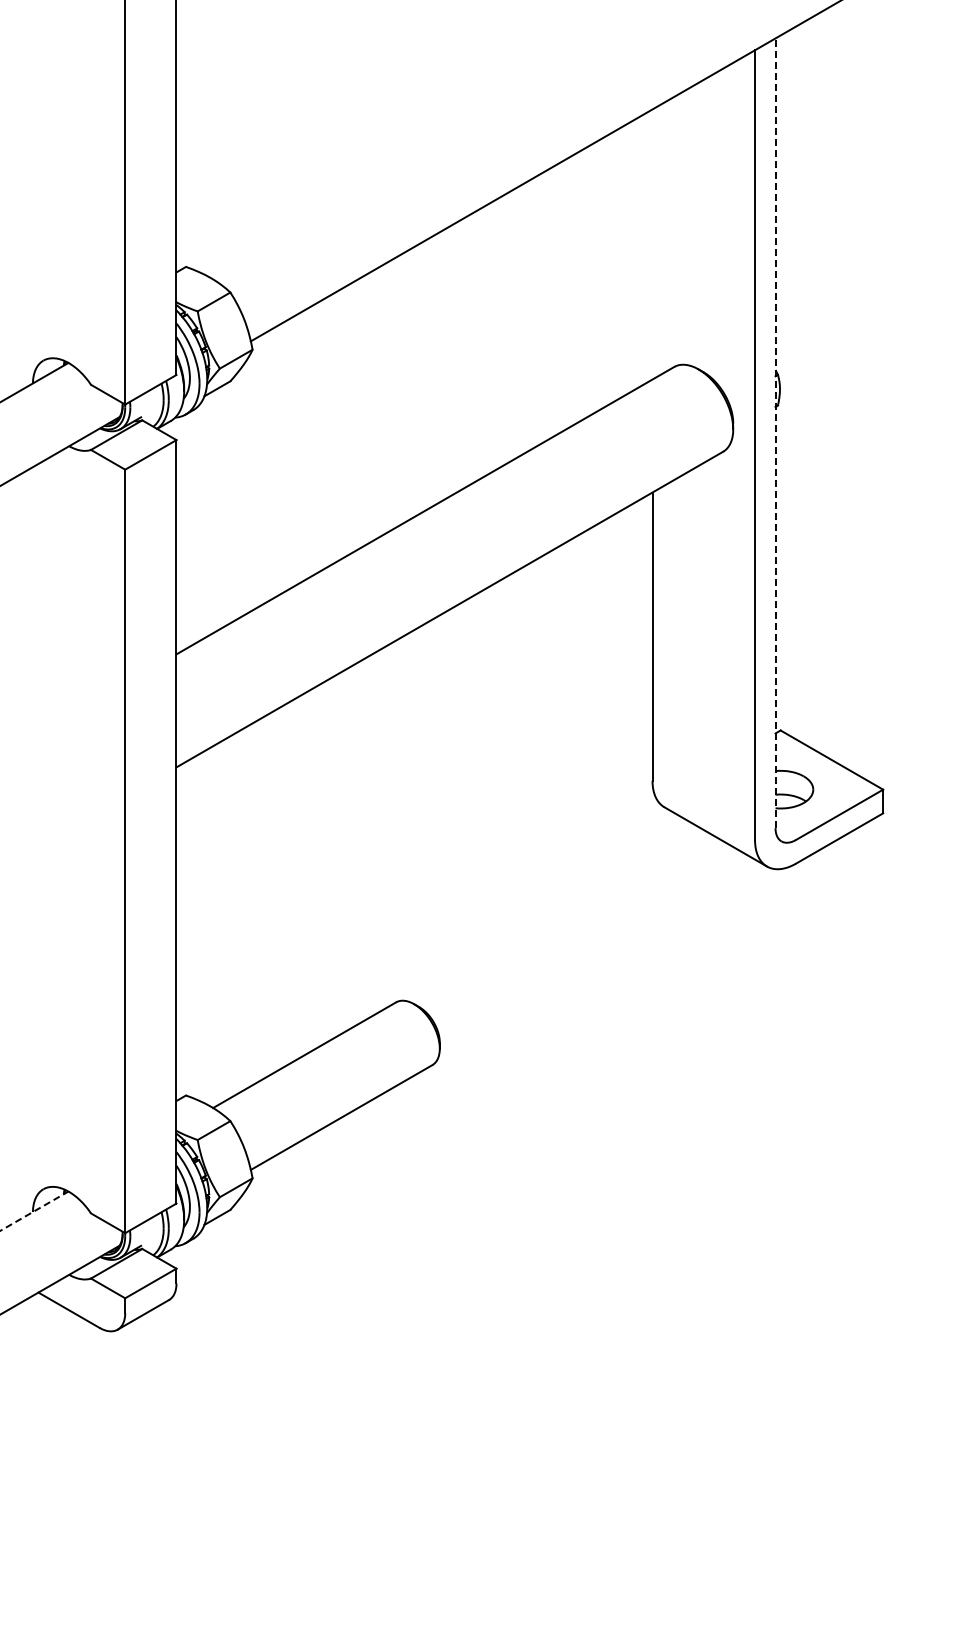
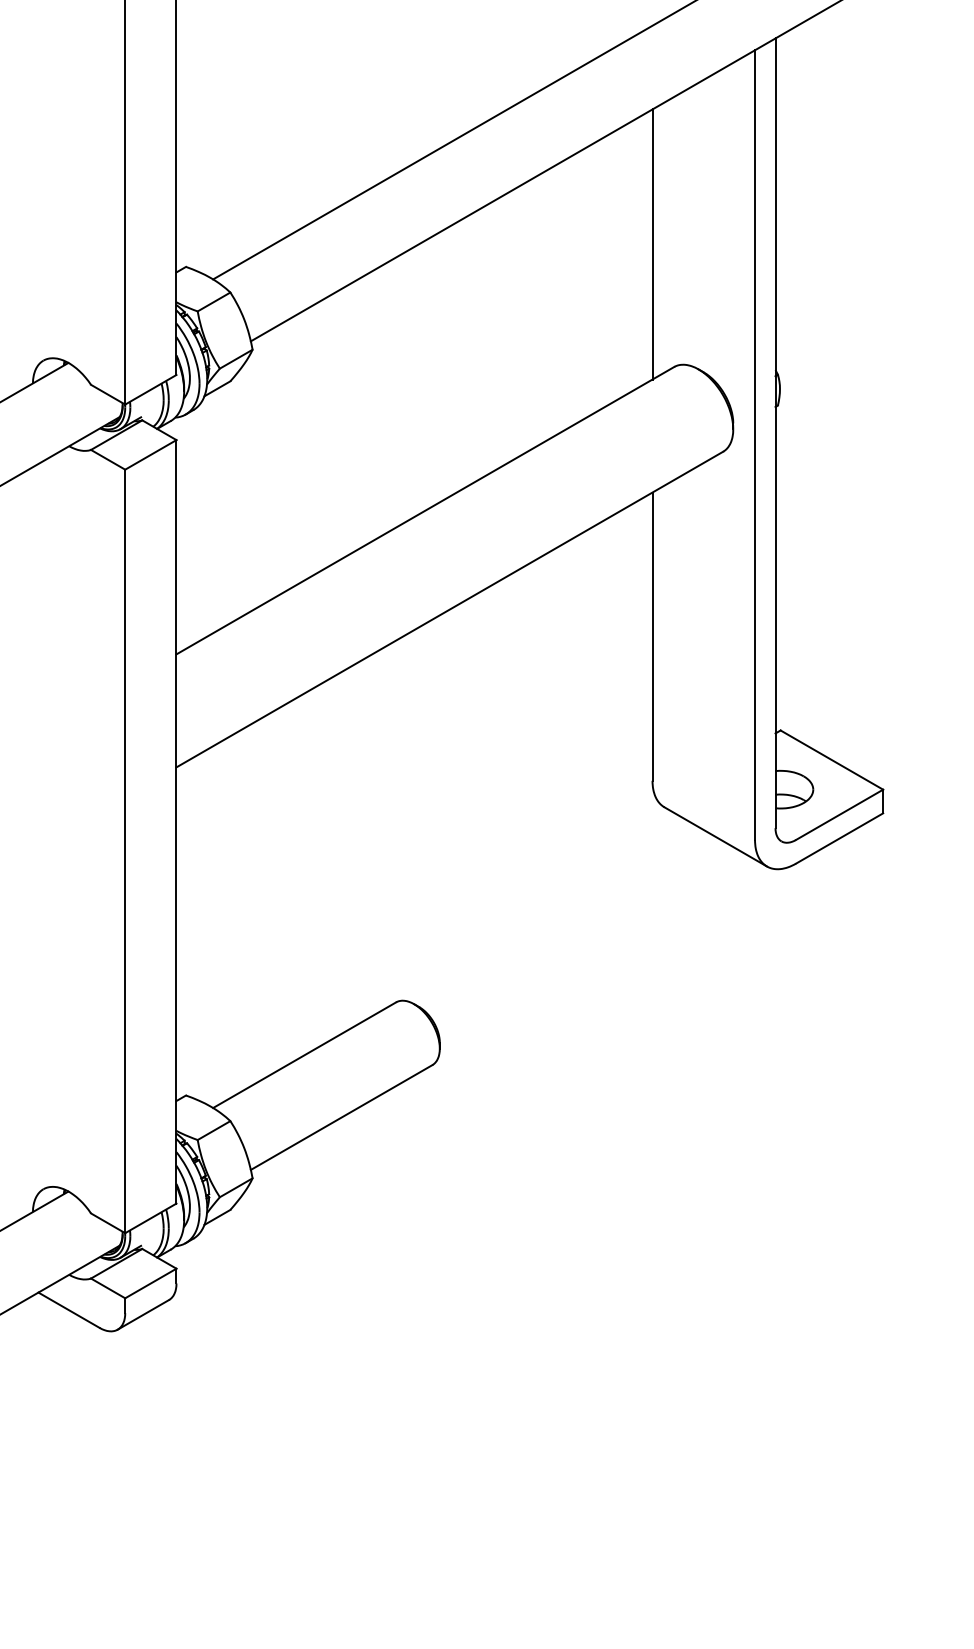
line at (452, 140): none -> present
line at (652, 244): none -> present
line at (775, 433): dashed -> solid
line at (34, 1211): dashed -> solid
